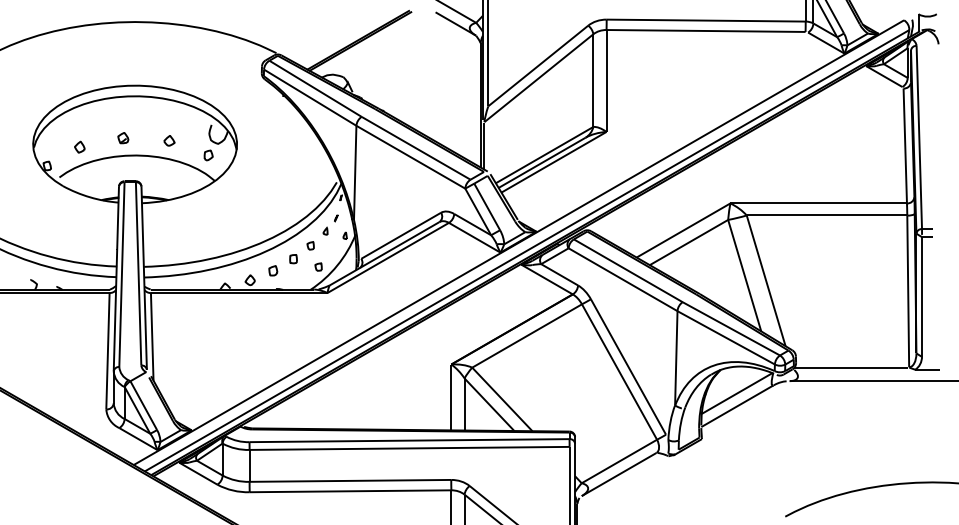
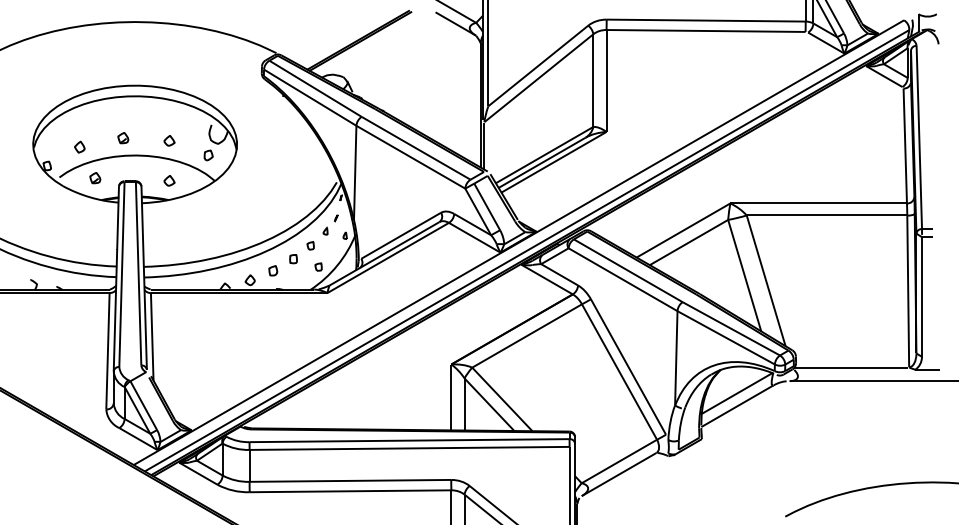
part at (95, 178): none -> present
part at (169, 180): none -> present
